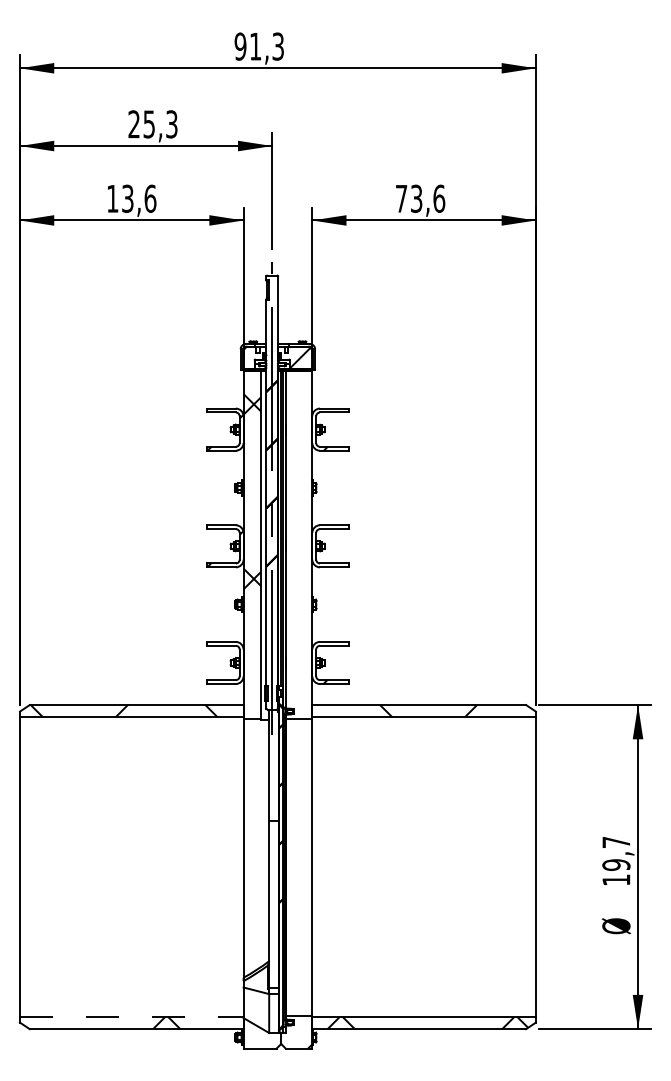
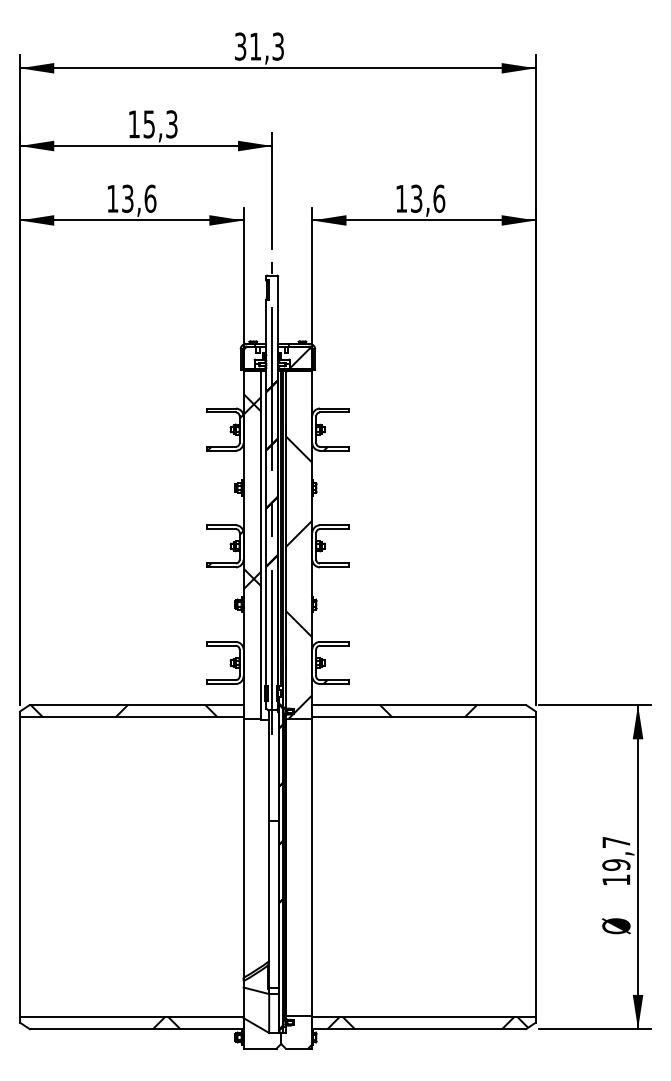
text at (240, 46): 91,3 -> 31,3
text at (133, 123): 25,3 -> 15,3
text at (401, 198): 73,6 -> 13,6
hatch at (299, 544): none -> present
line at (131, 1016): dashed -> solid
